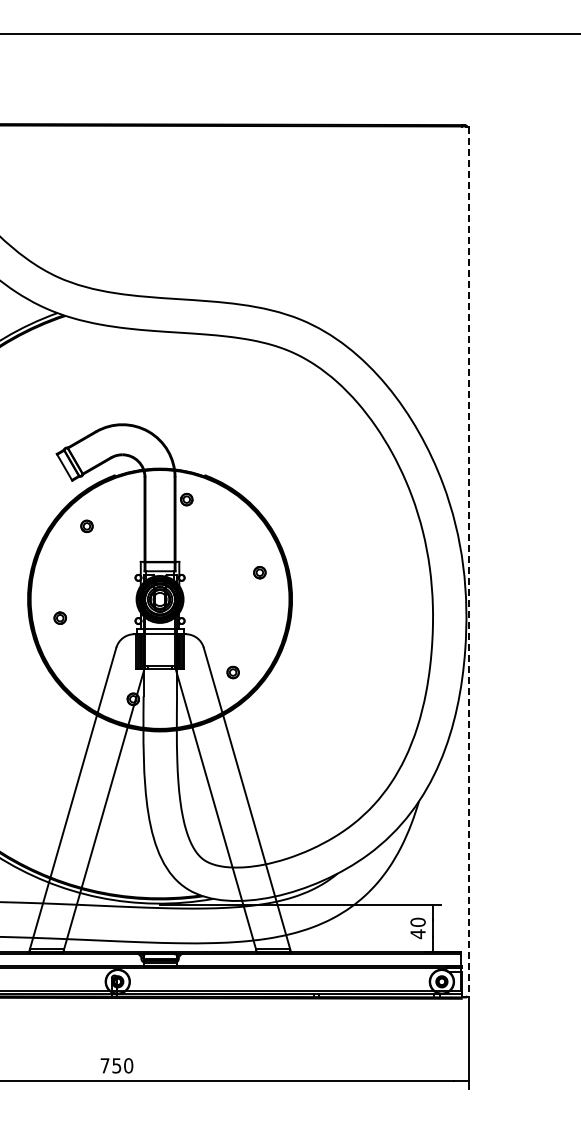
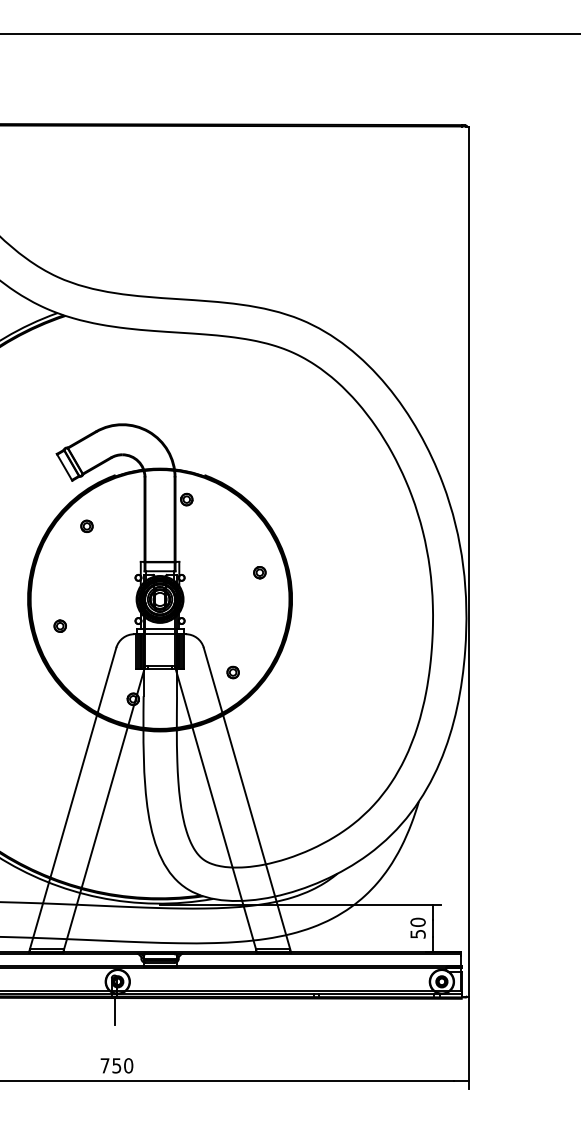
line at (469, 562): dashed -> solid
part at (59, 617) position: (59, 617) -> (59, 625)
text at (417, 934): 40 -> 50
line at (114, 1011): none -> present
